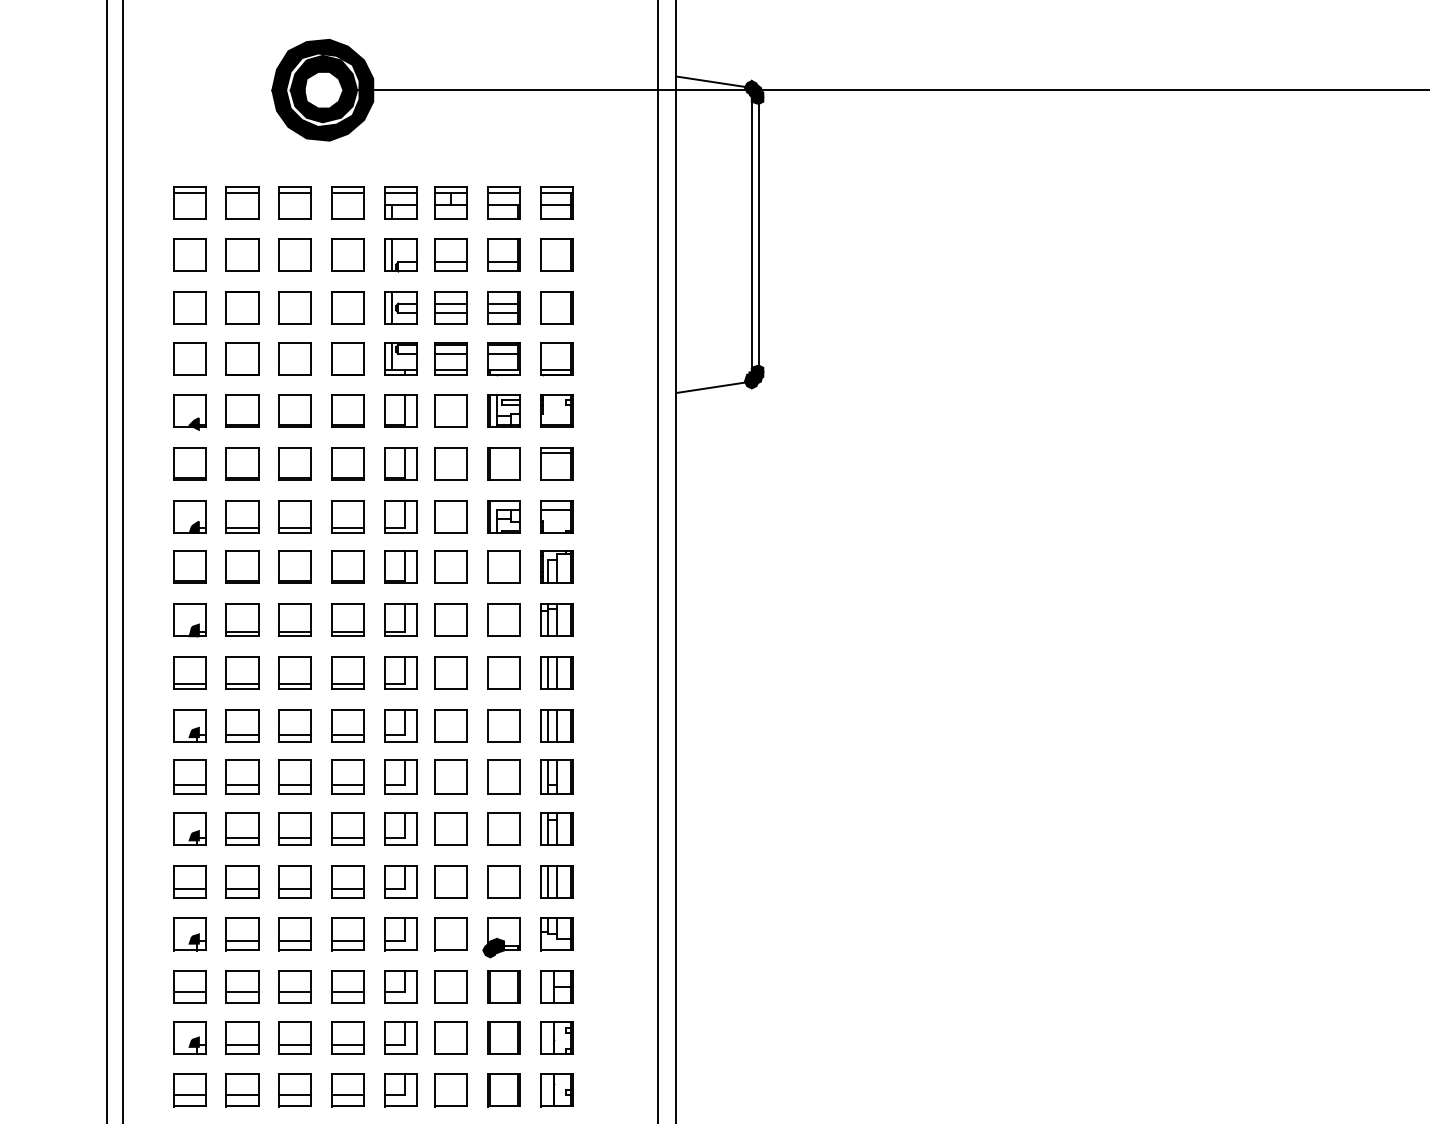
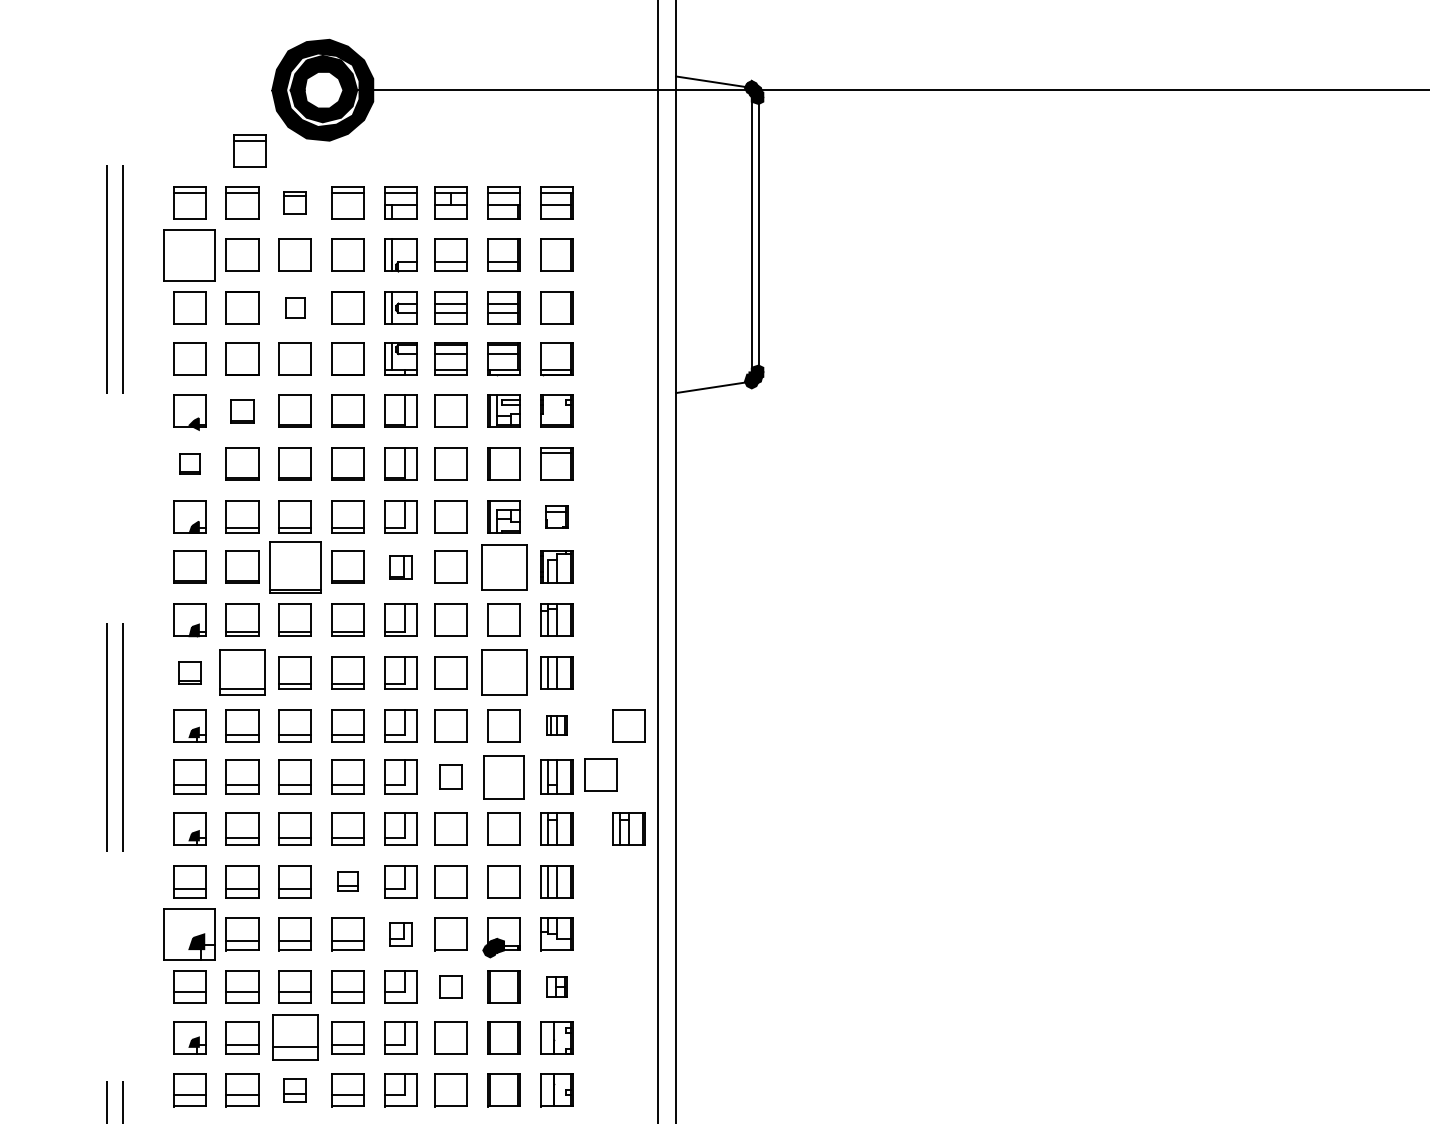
part at (249, 150): none -> present
part at (294, 202) size: 34x34 px -> 24x24 px
part at (189, 254) size: 34x34 px -> 53x53 px
part at (294, 307) size: 34x34 px -> 21x22 px
part at (242, 410) size: 35x34 px -> 25x25 px
part at (189, 463) size: 34x34 px -> 22x22 px
part at (556, 516) size: 34x34 px -> 24x24 px
line at (107, 562): solid -> dashed
line at (123, 562): solid -> dashed
part at (294, 566) size: 34x34 px -> 53x53 px
part at (400, 566) size: 34x34 px -> 24x25 px
part at (503, 566) size: 34x34 px -> 47x47 px
part at (189, 672) size: 34x34 px -> 24x24 px
part at (242, 672) size: 35x34 px -> 47x47 px
part at (503, 672) size: 34x34 px -> 47x47 px
part at (556, 725) size: 34x34 px -> 22x21 px
part at (628, 725): none -> present
part at (600, 774): none -> present
part at (450, 776) size: 34x36 px -> 24x26 px
part at (503, 776) size: 34x36 px -> 42x45 px
part at (628, 828): none -> present
part at (347, 881) size: 34x34 px -> 22x21 px
part at (189, 934) size: 34x35 px -> 53x53 px
part at (400, 934) size: 34x35 px -> 24x25 px
part at (450, 986) size: 34x34 px -> 24x24 px
part at (556, 986) size: 34x34 px -> 22x22 px
part at (294, 1037) size: 34x34 px -> 47x47 px
part at (294, 1090) size: 34x35 px -> 24x25 px
